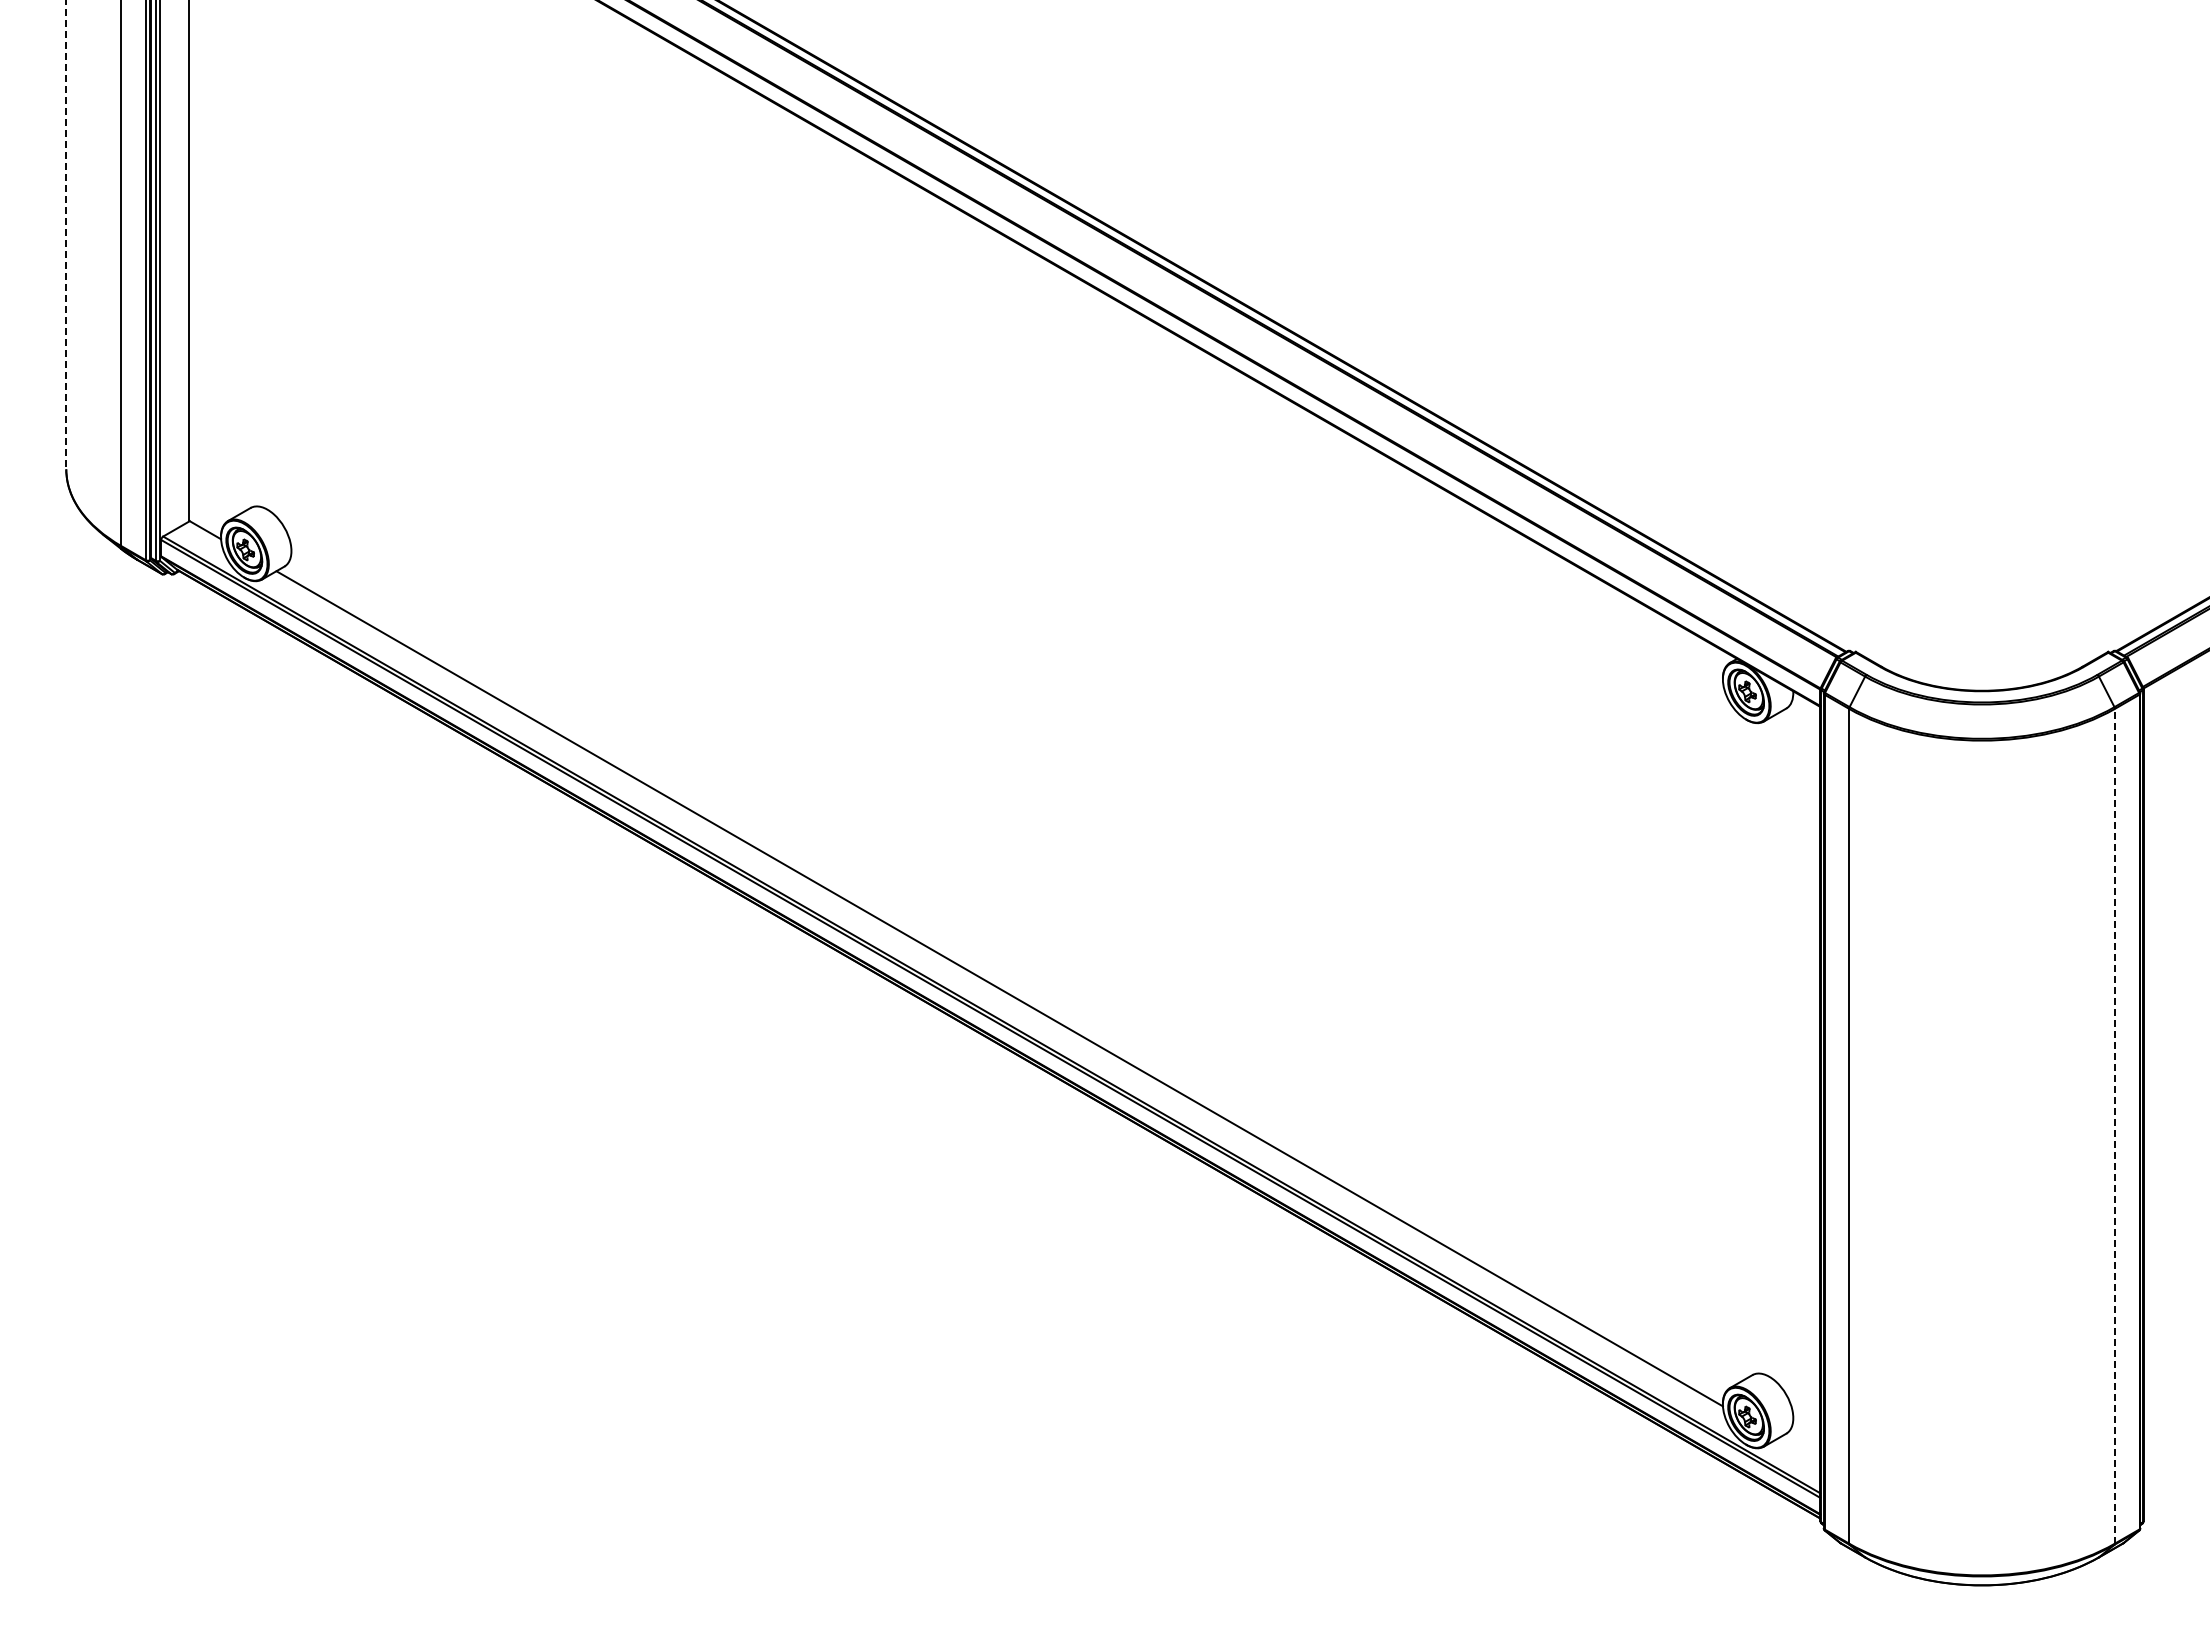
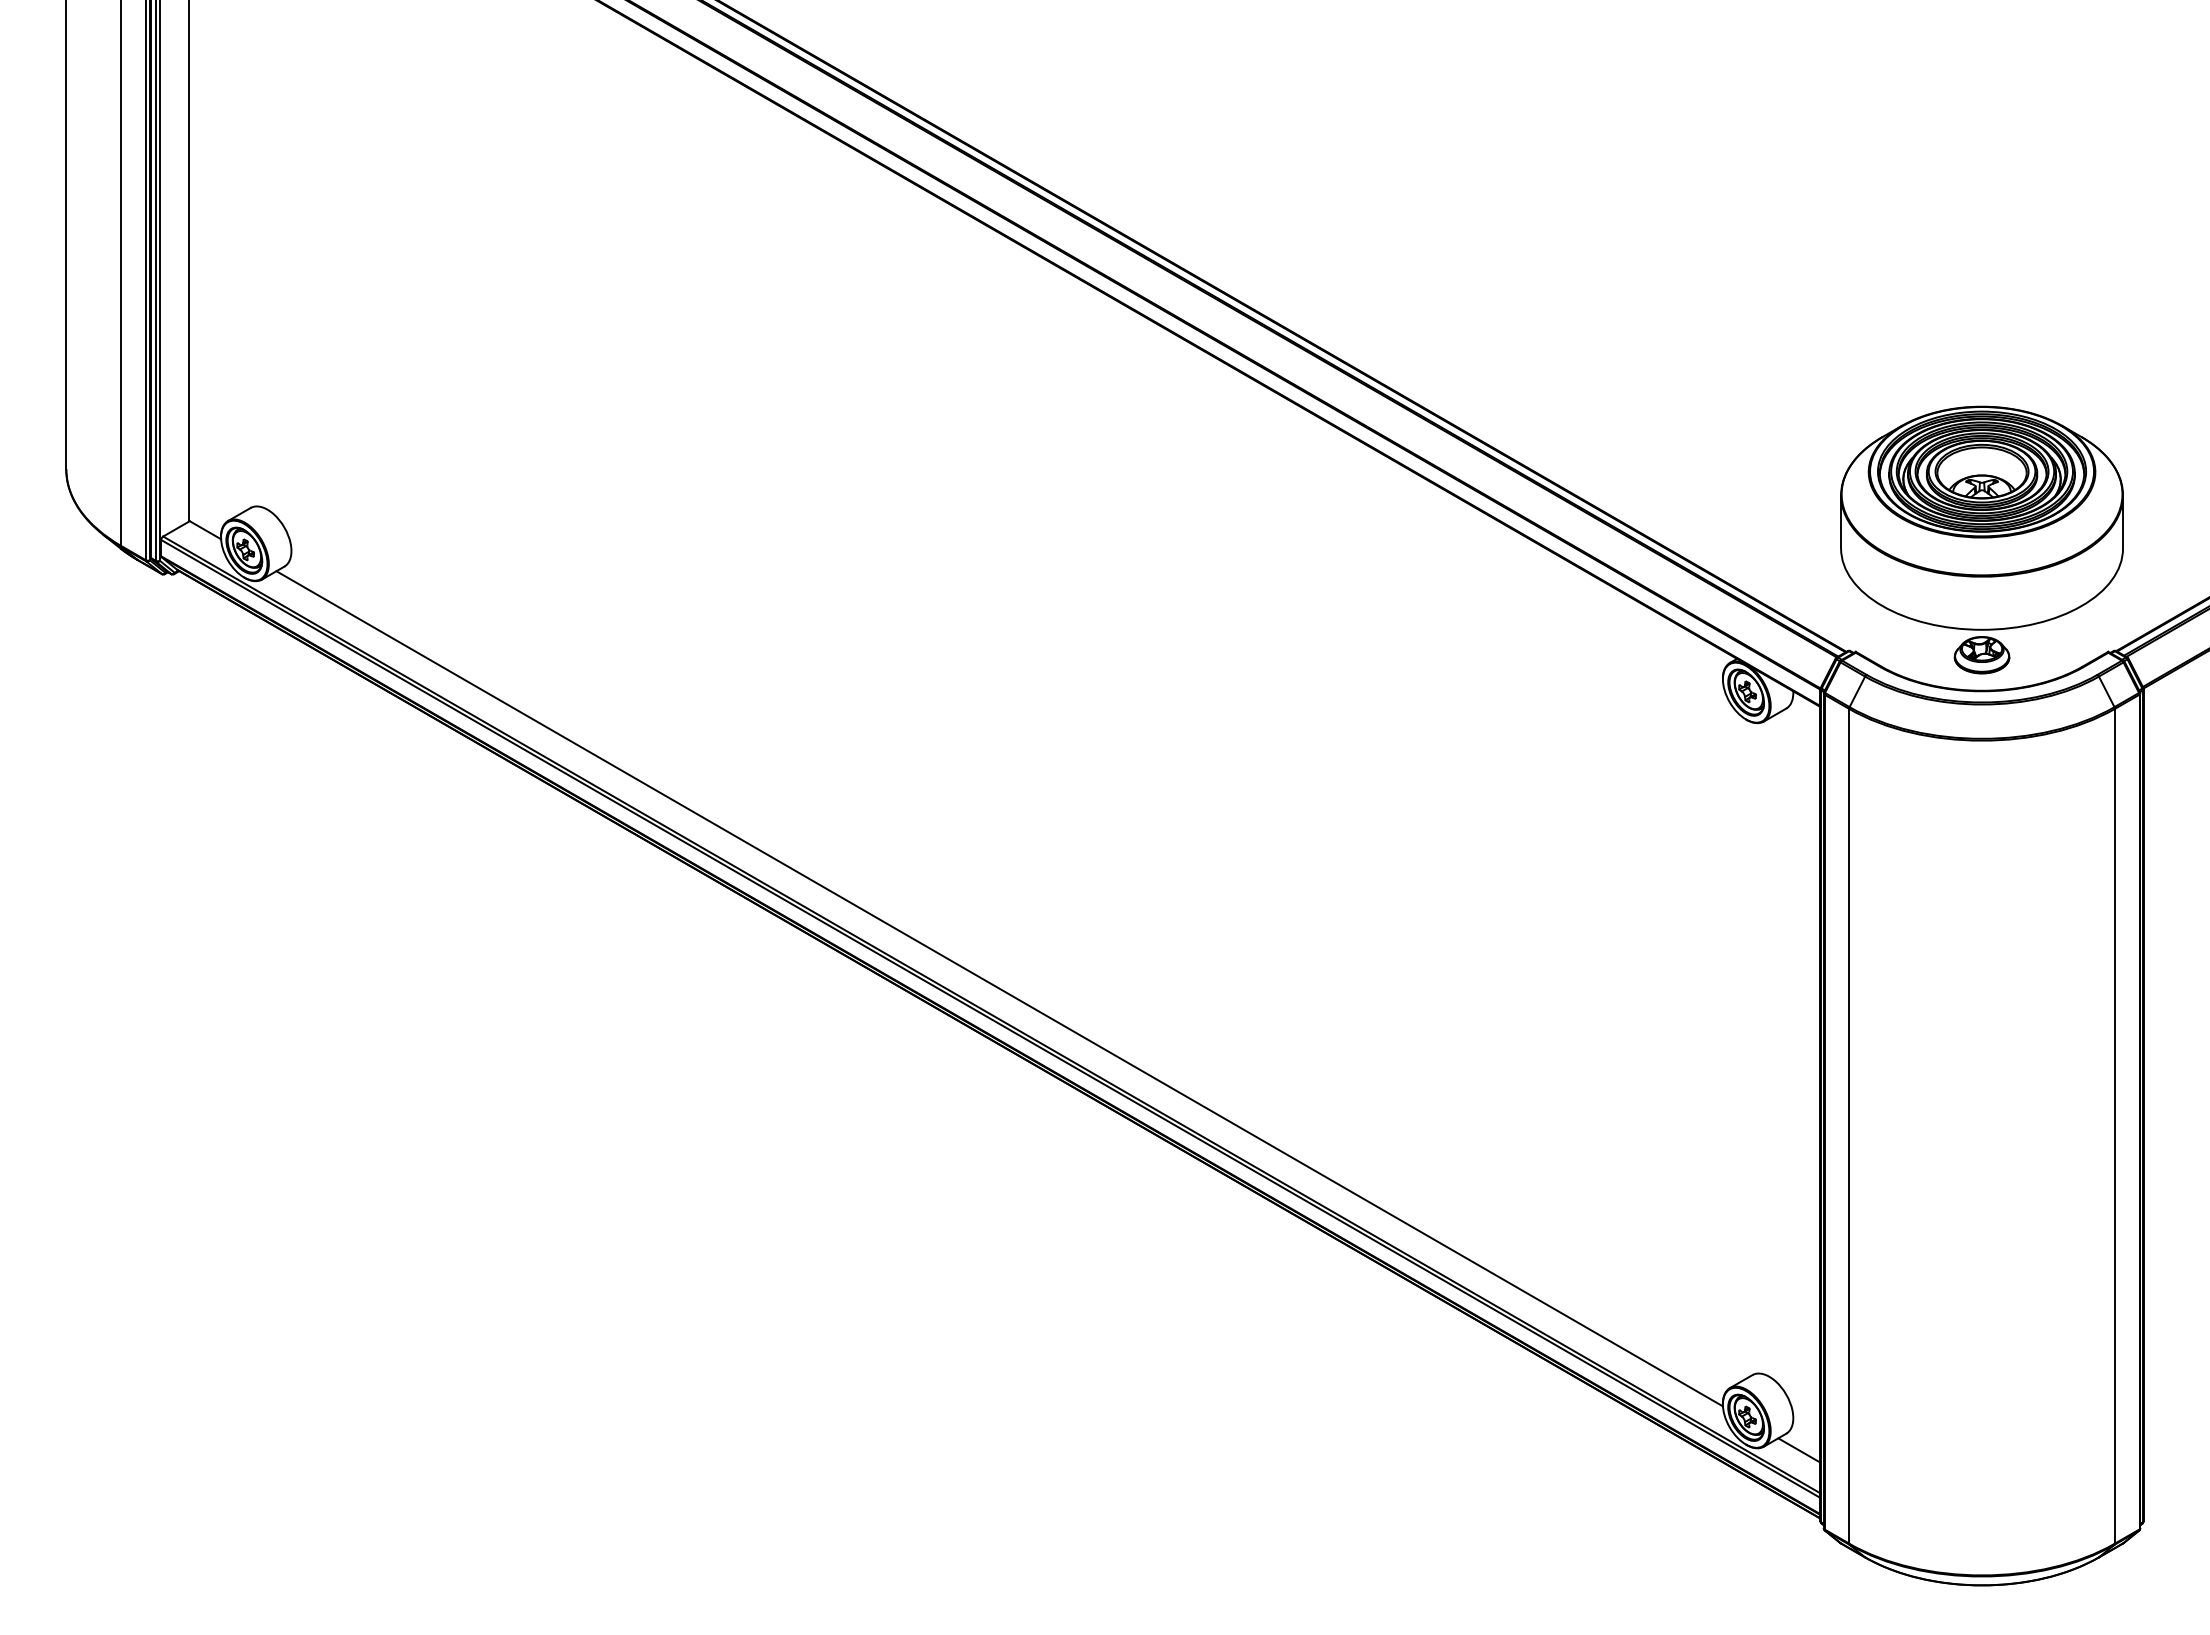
line at (66, 235): dashed -> solid
part at (1981, 539): none -> present
line at (2114, 1125): dashed -> solid
line at (1799, 1450): none -> present
